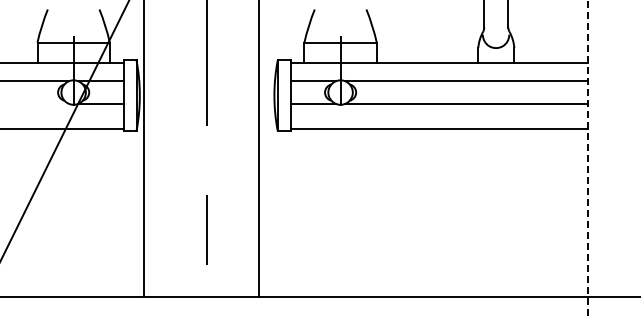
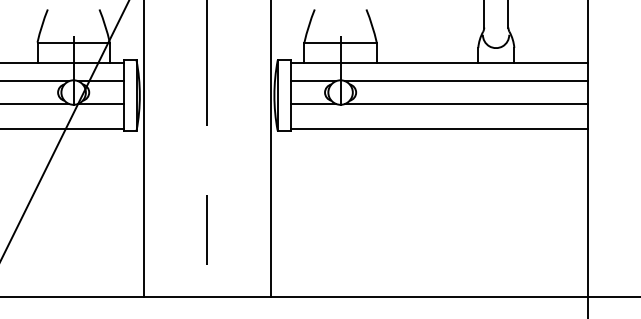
line at (35, 104): none -> present
line at (258, 149) position: (258, 149) -> (270, 149)
line at (588, 159): dashed -> solid
